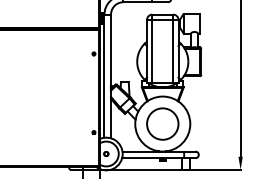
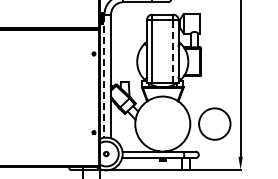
line at (173, 50): solid -> dashed
line at (104, 76): solid -> dashed
circle at (162, 123) position: (162, 123) -> (214, 123)
